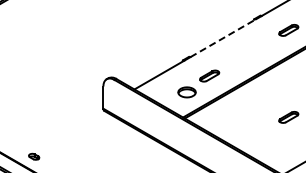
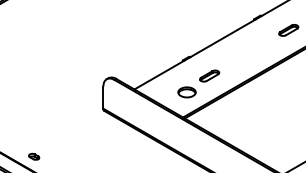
line at (223, 38): dashed -> solid
part at (288, 117): present -> none
